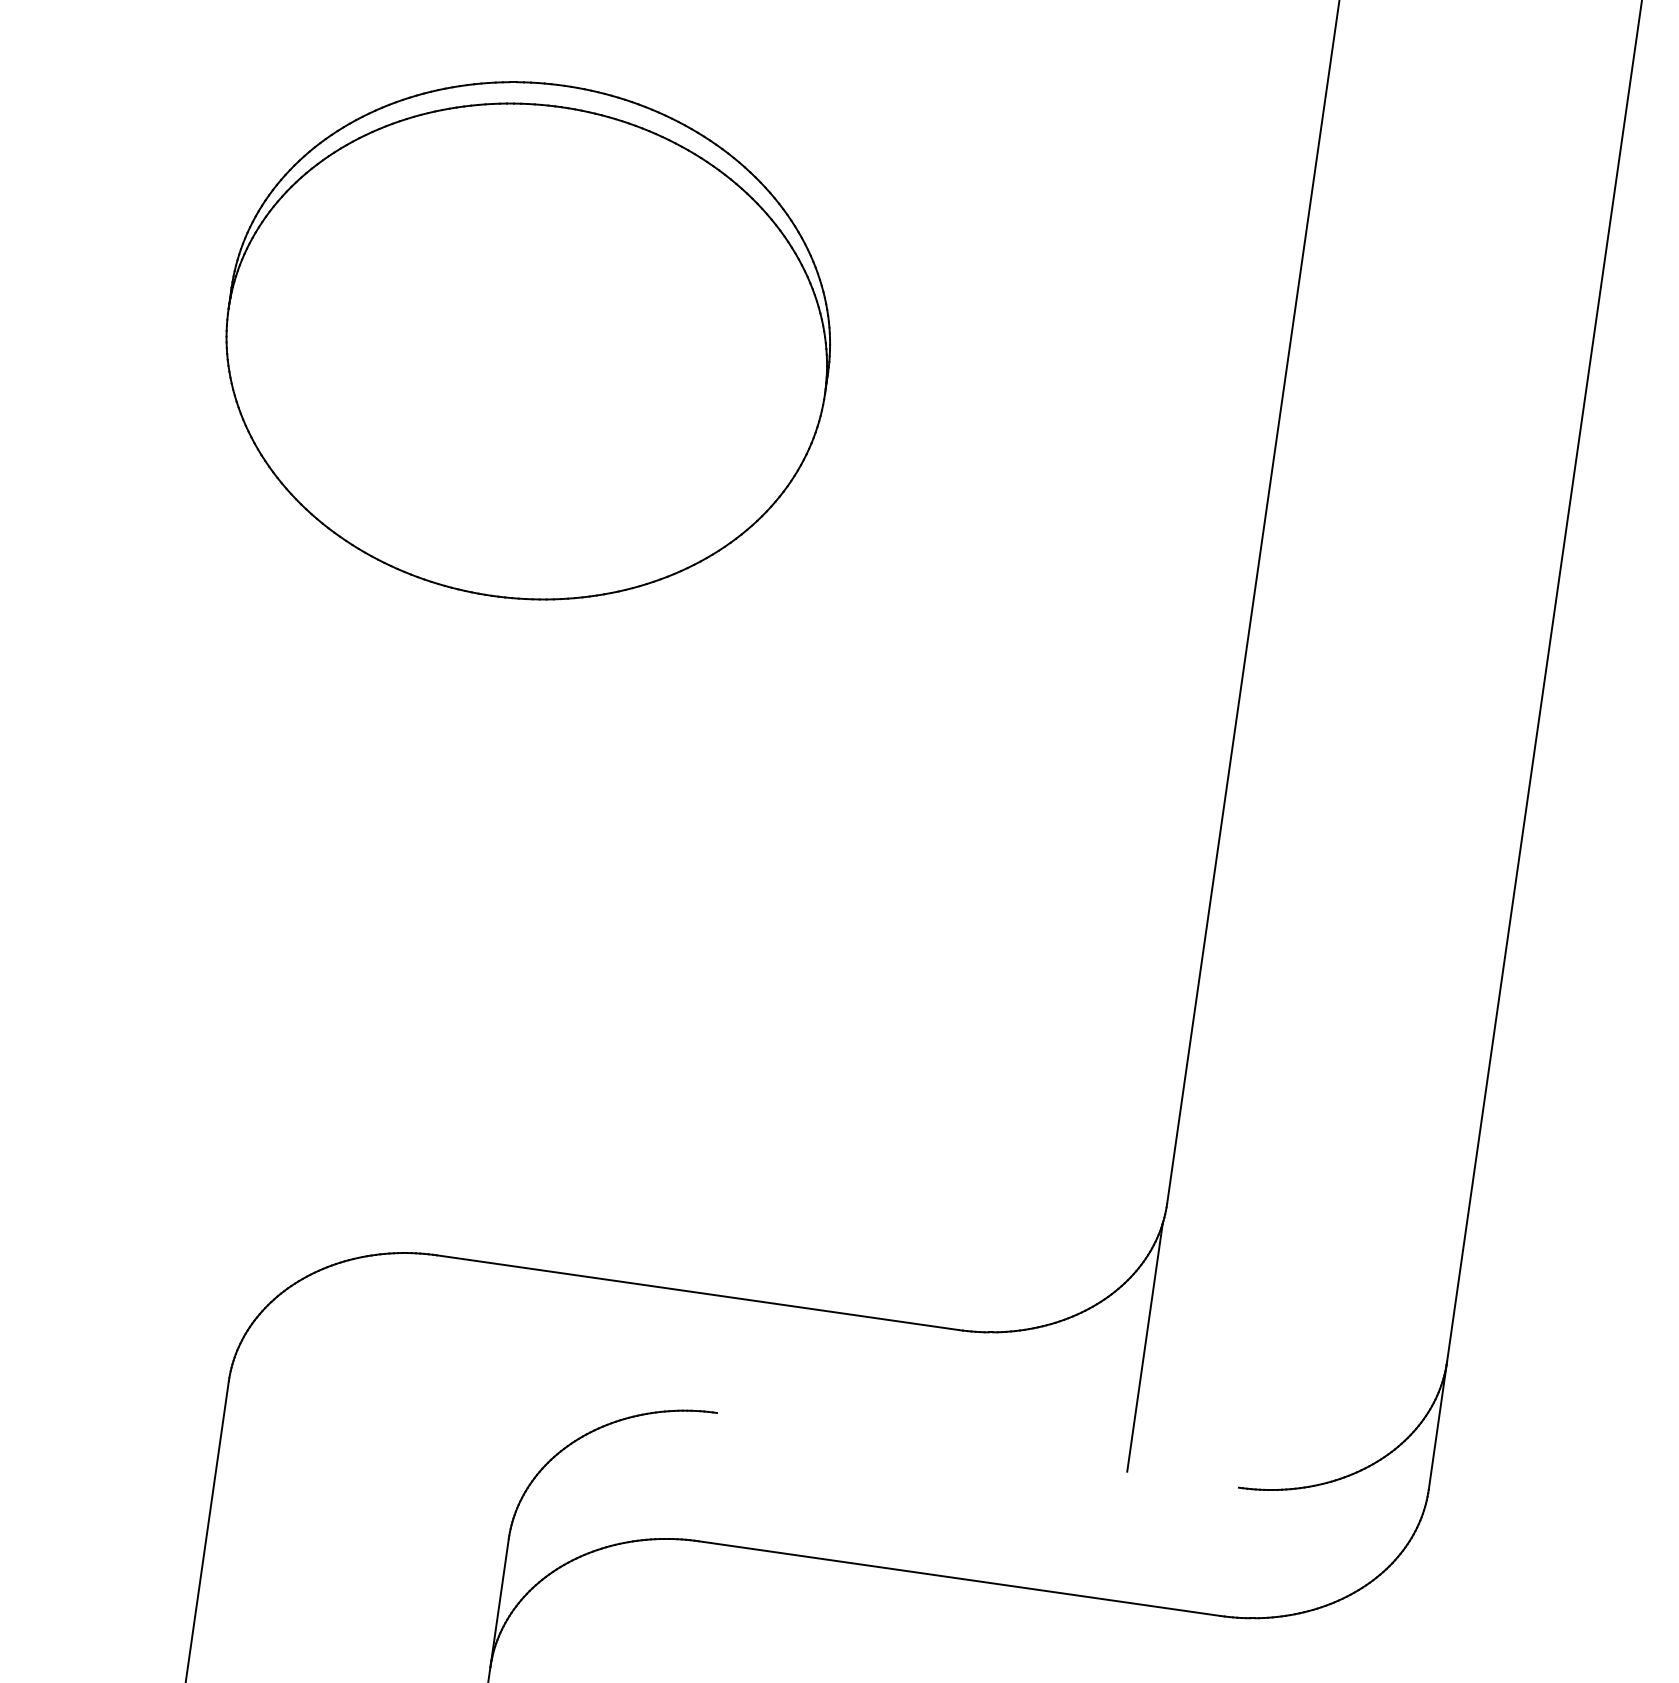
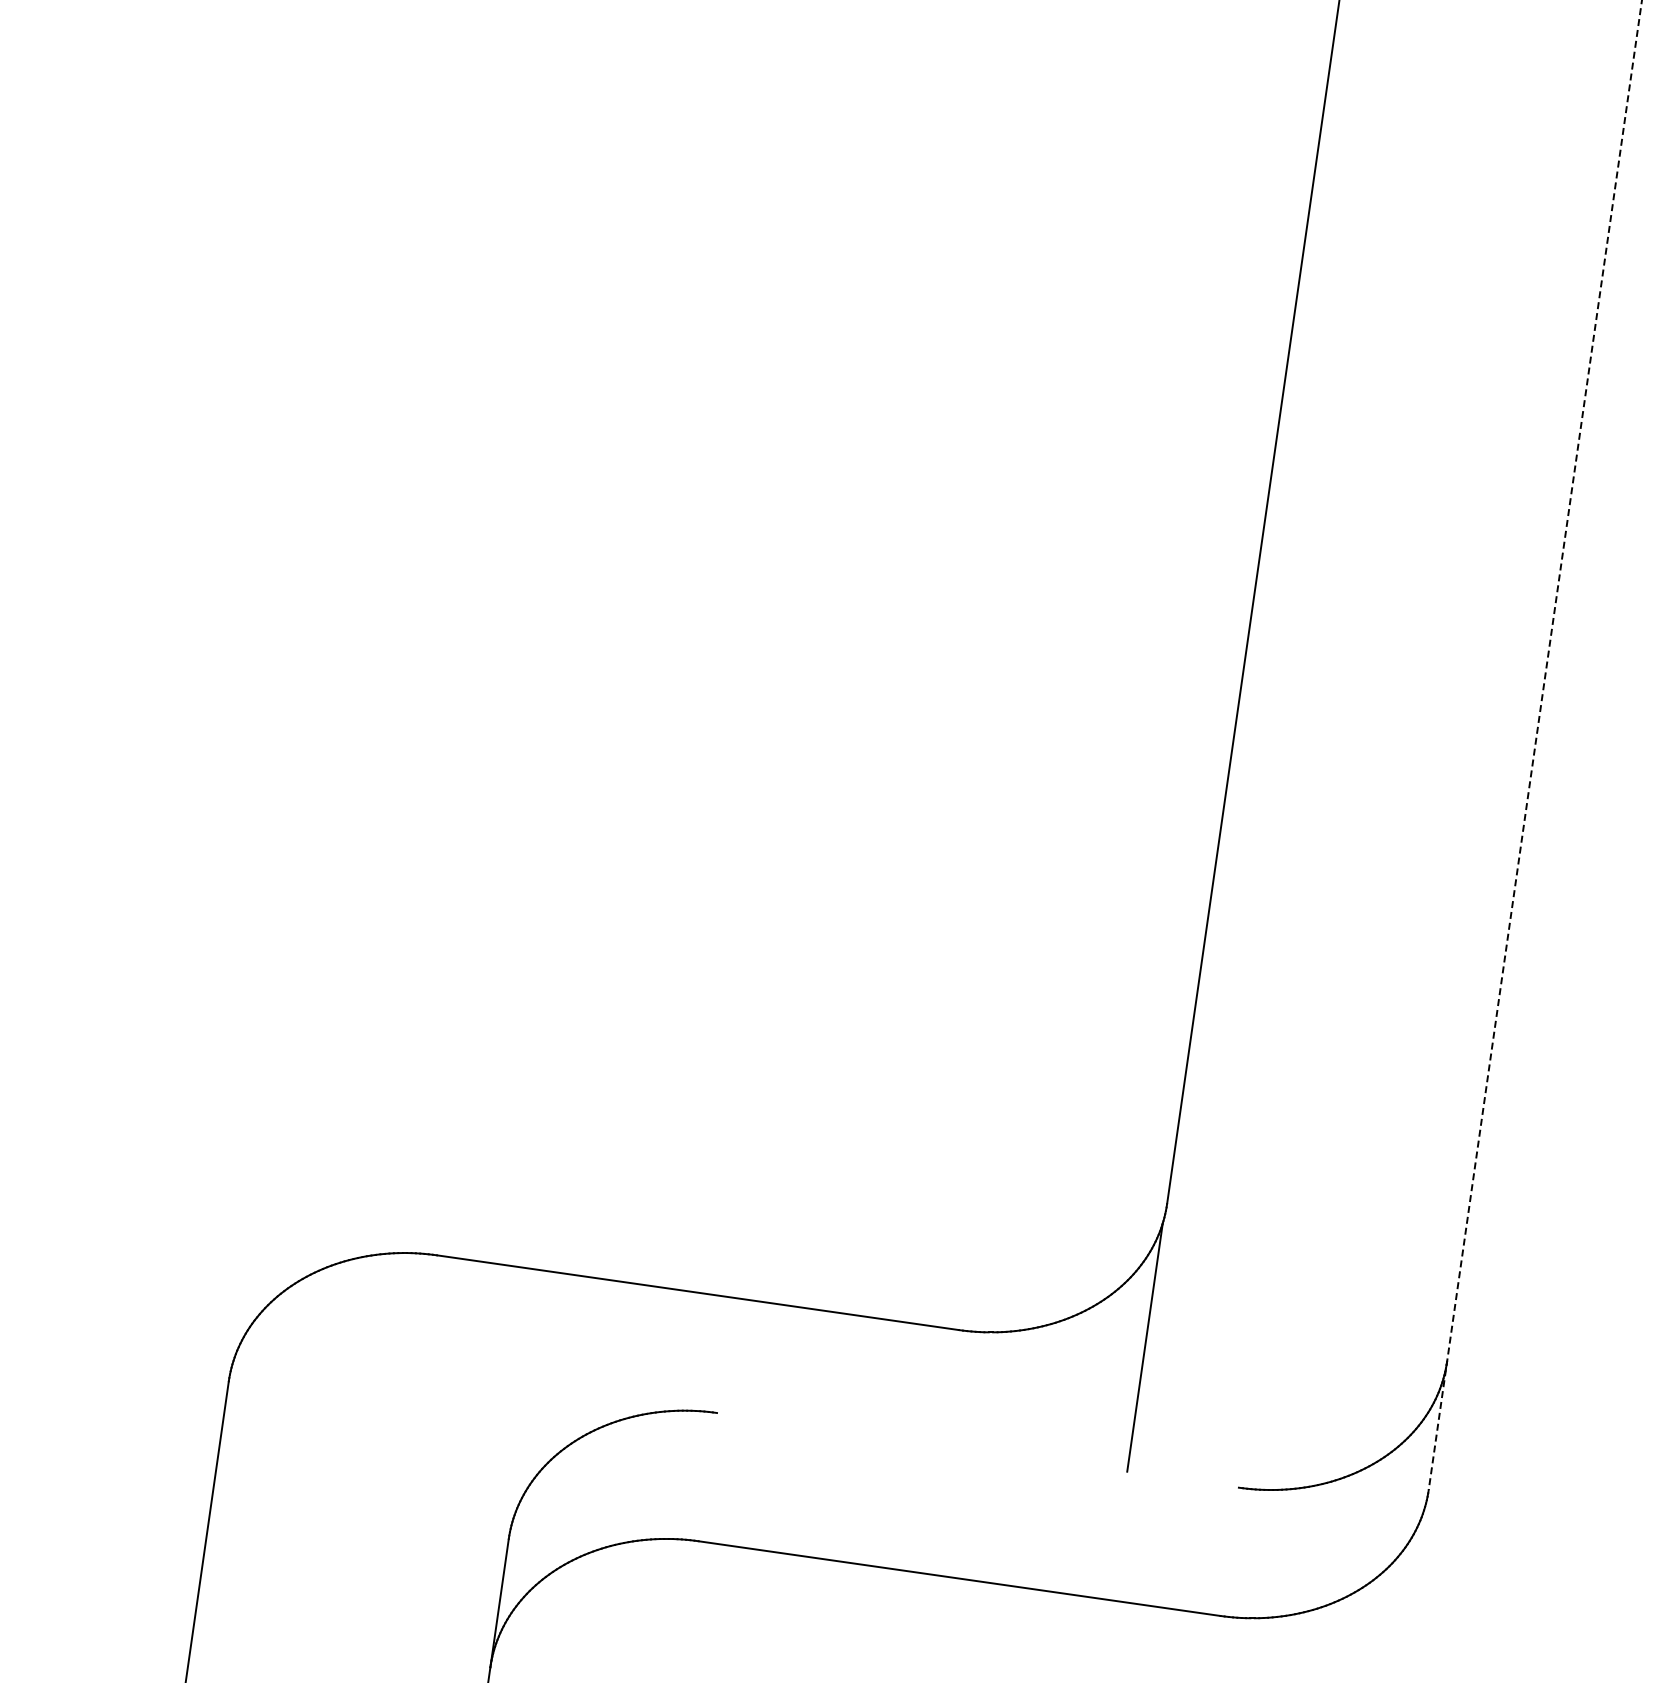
part at (528, 340): present -> none
line at (1535, 745): solid -> dashed
